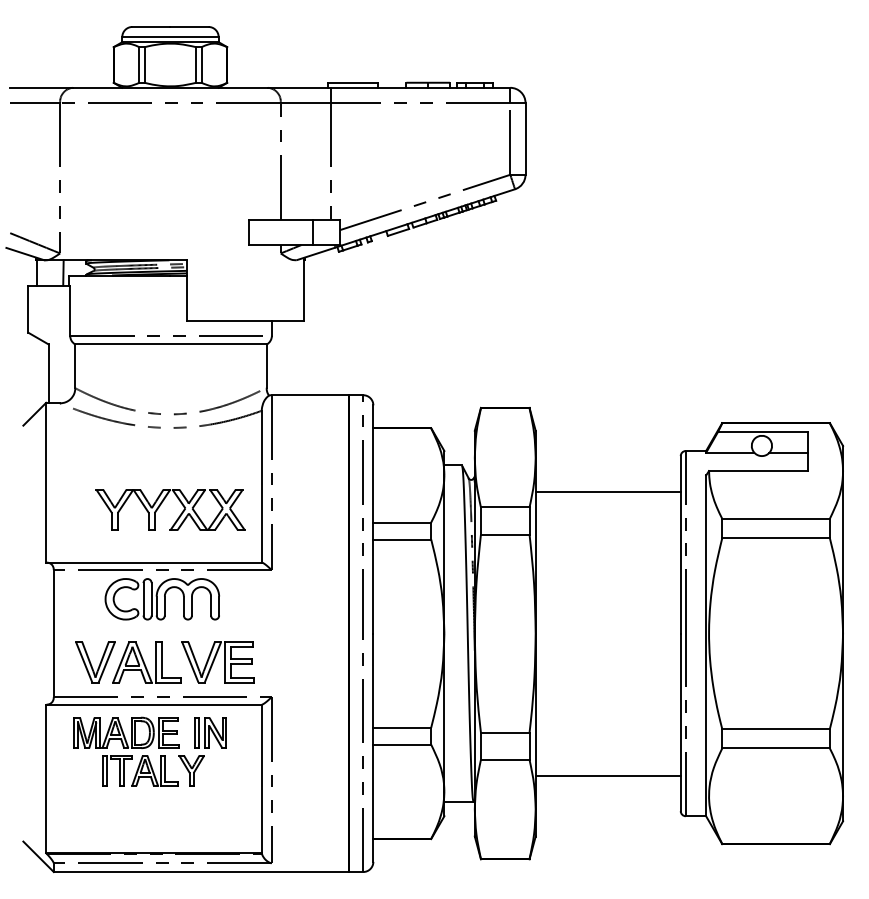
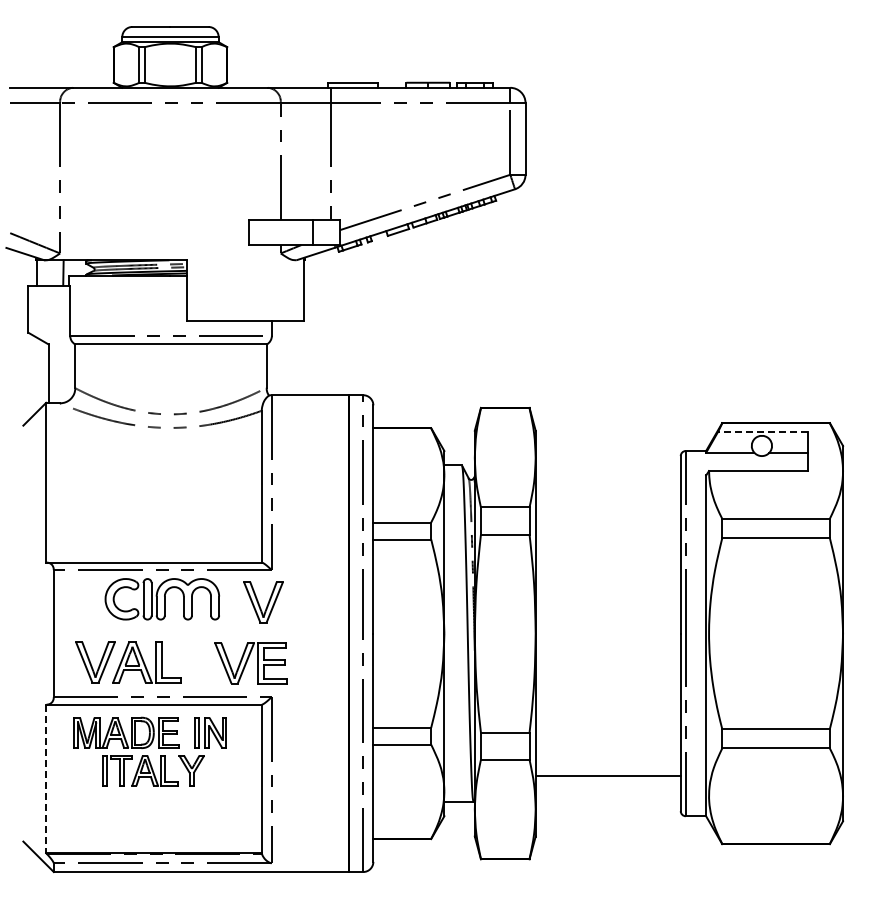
line at (762, 431): solid -> dashed
line at (607, 491): present -> none
part at (162, 503): present -> none
part at (263, 602): none -> present
part at (217, 662) position: (217, 662) -> (250, 663)
line at (46, 779): solid -> dashed
